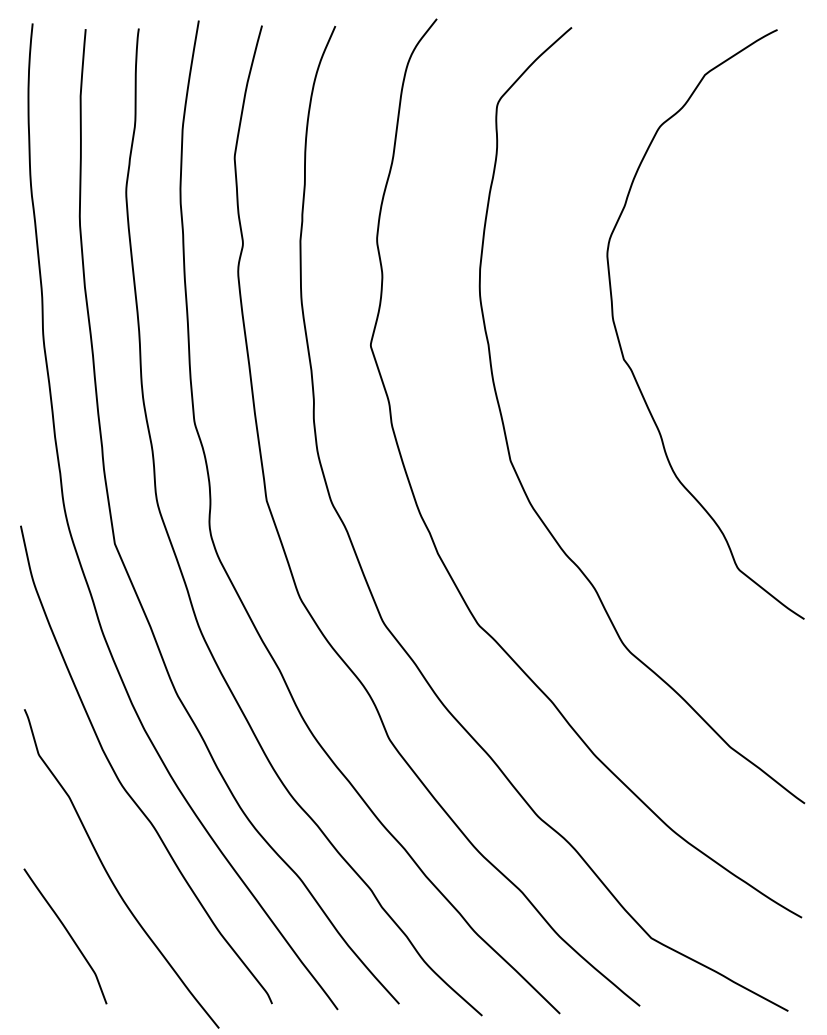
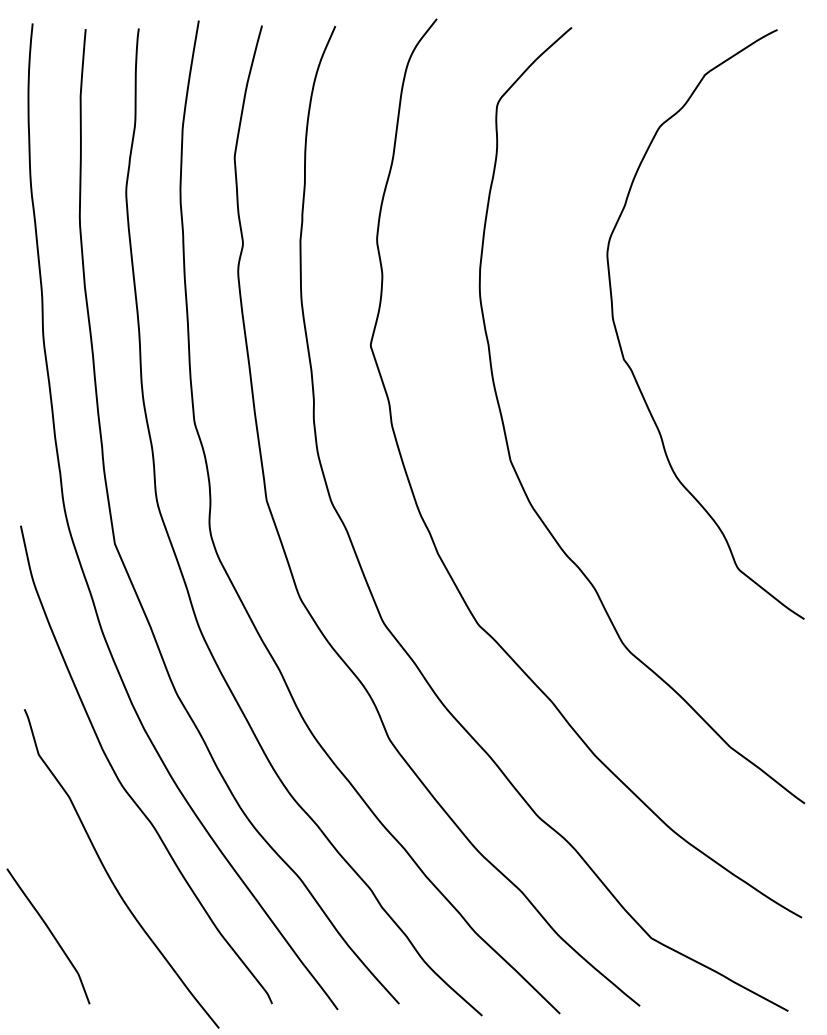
curve at (67, 933) position: (67, 933) -> (50, 933)
